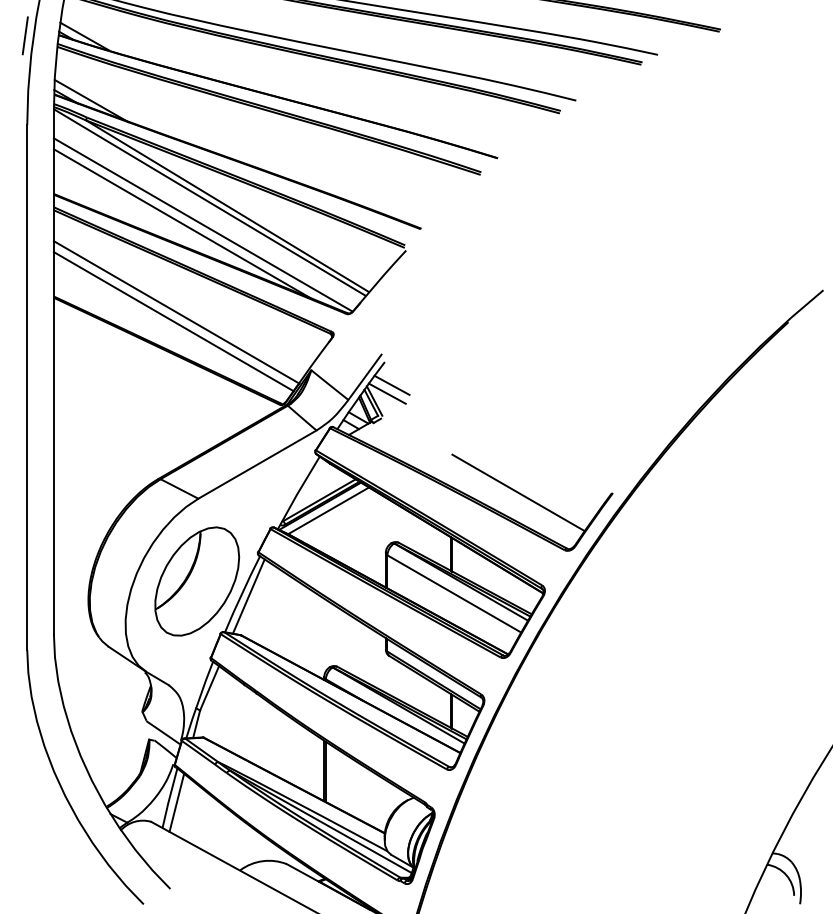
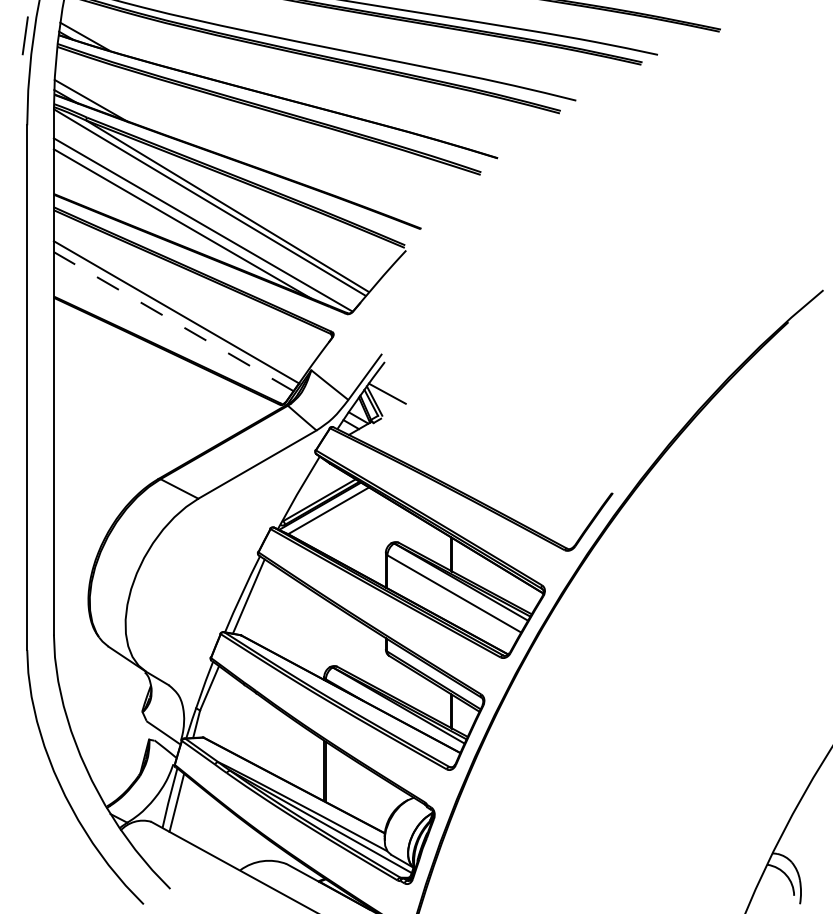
line at (173, 321): solid -> dashed
line at (391, 384): present -> none
line at (518, 492): present -> none
part at (197, 581): present -> none
